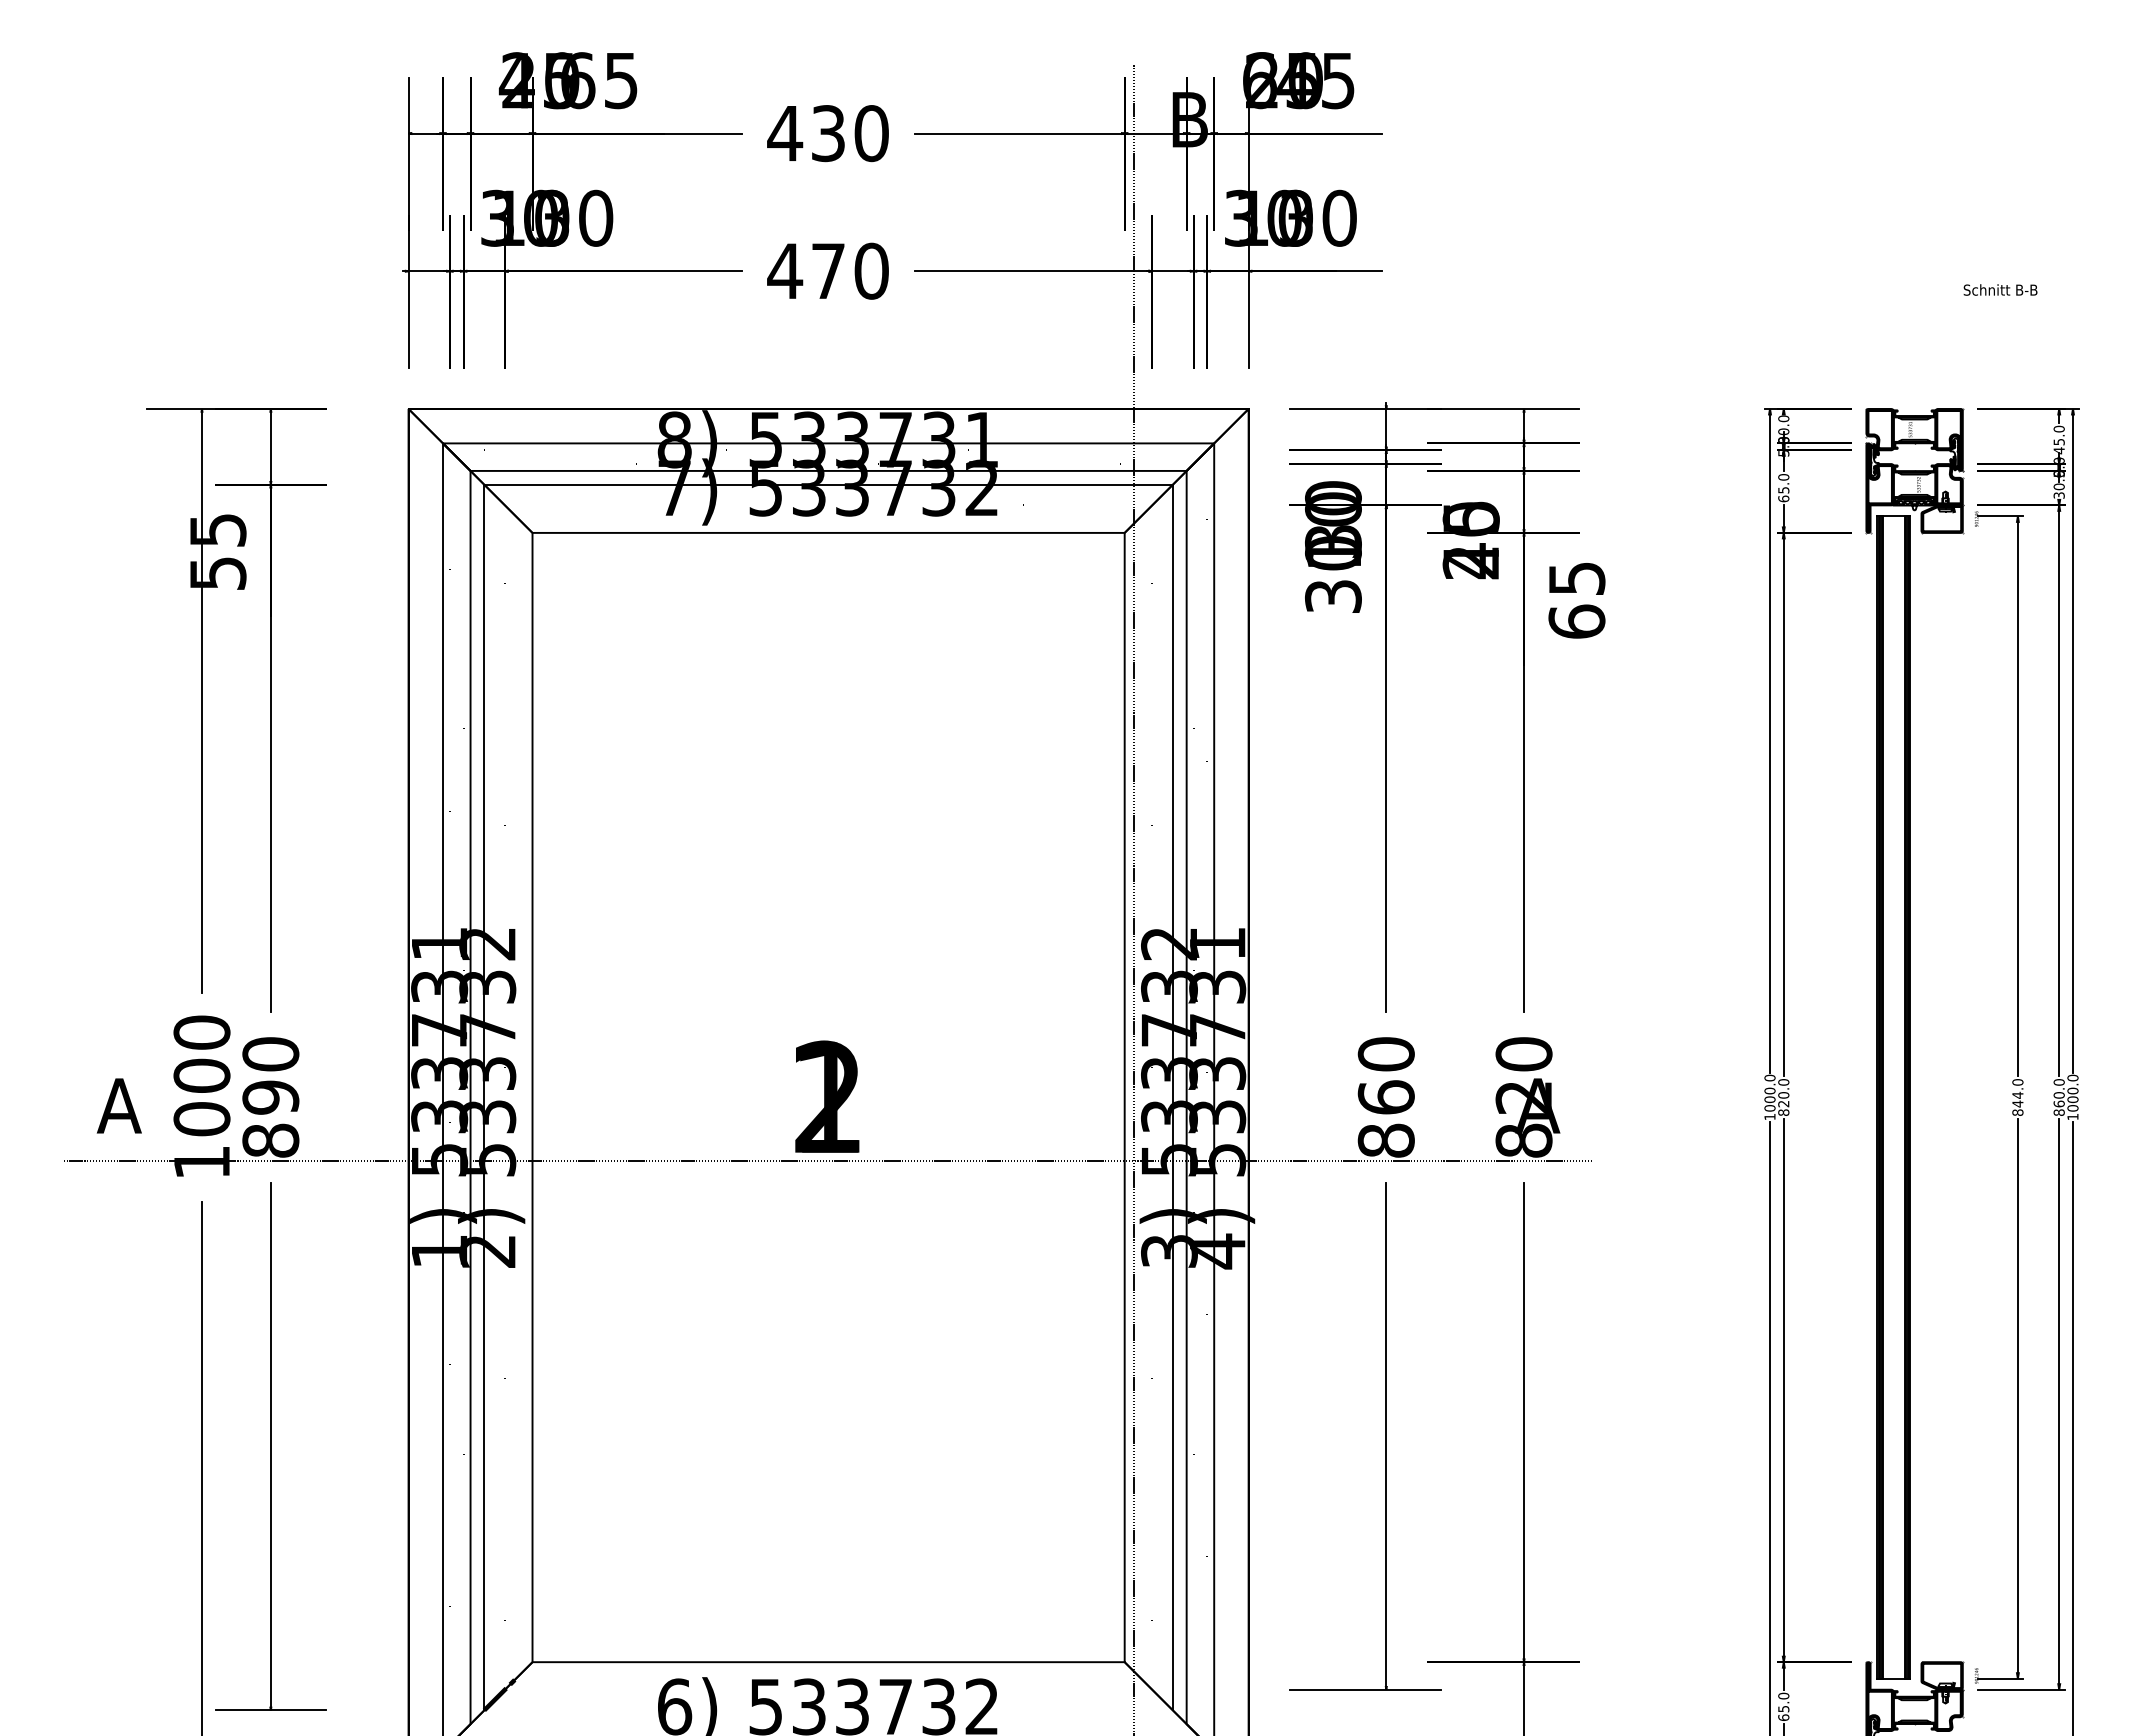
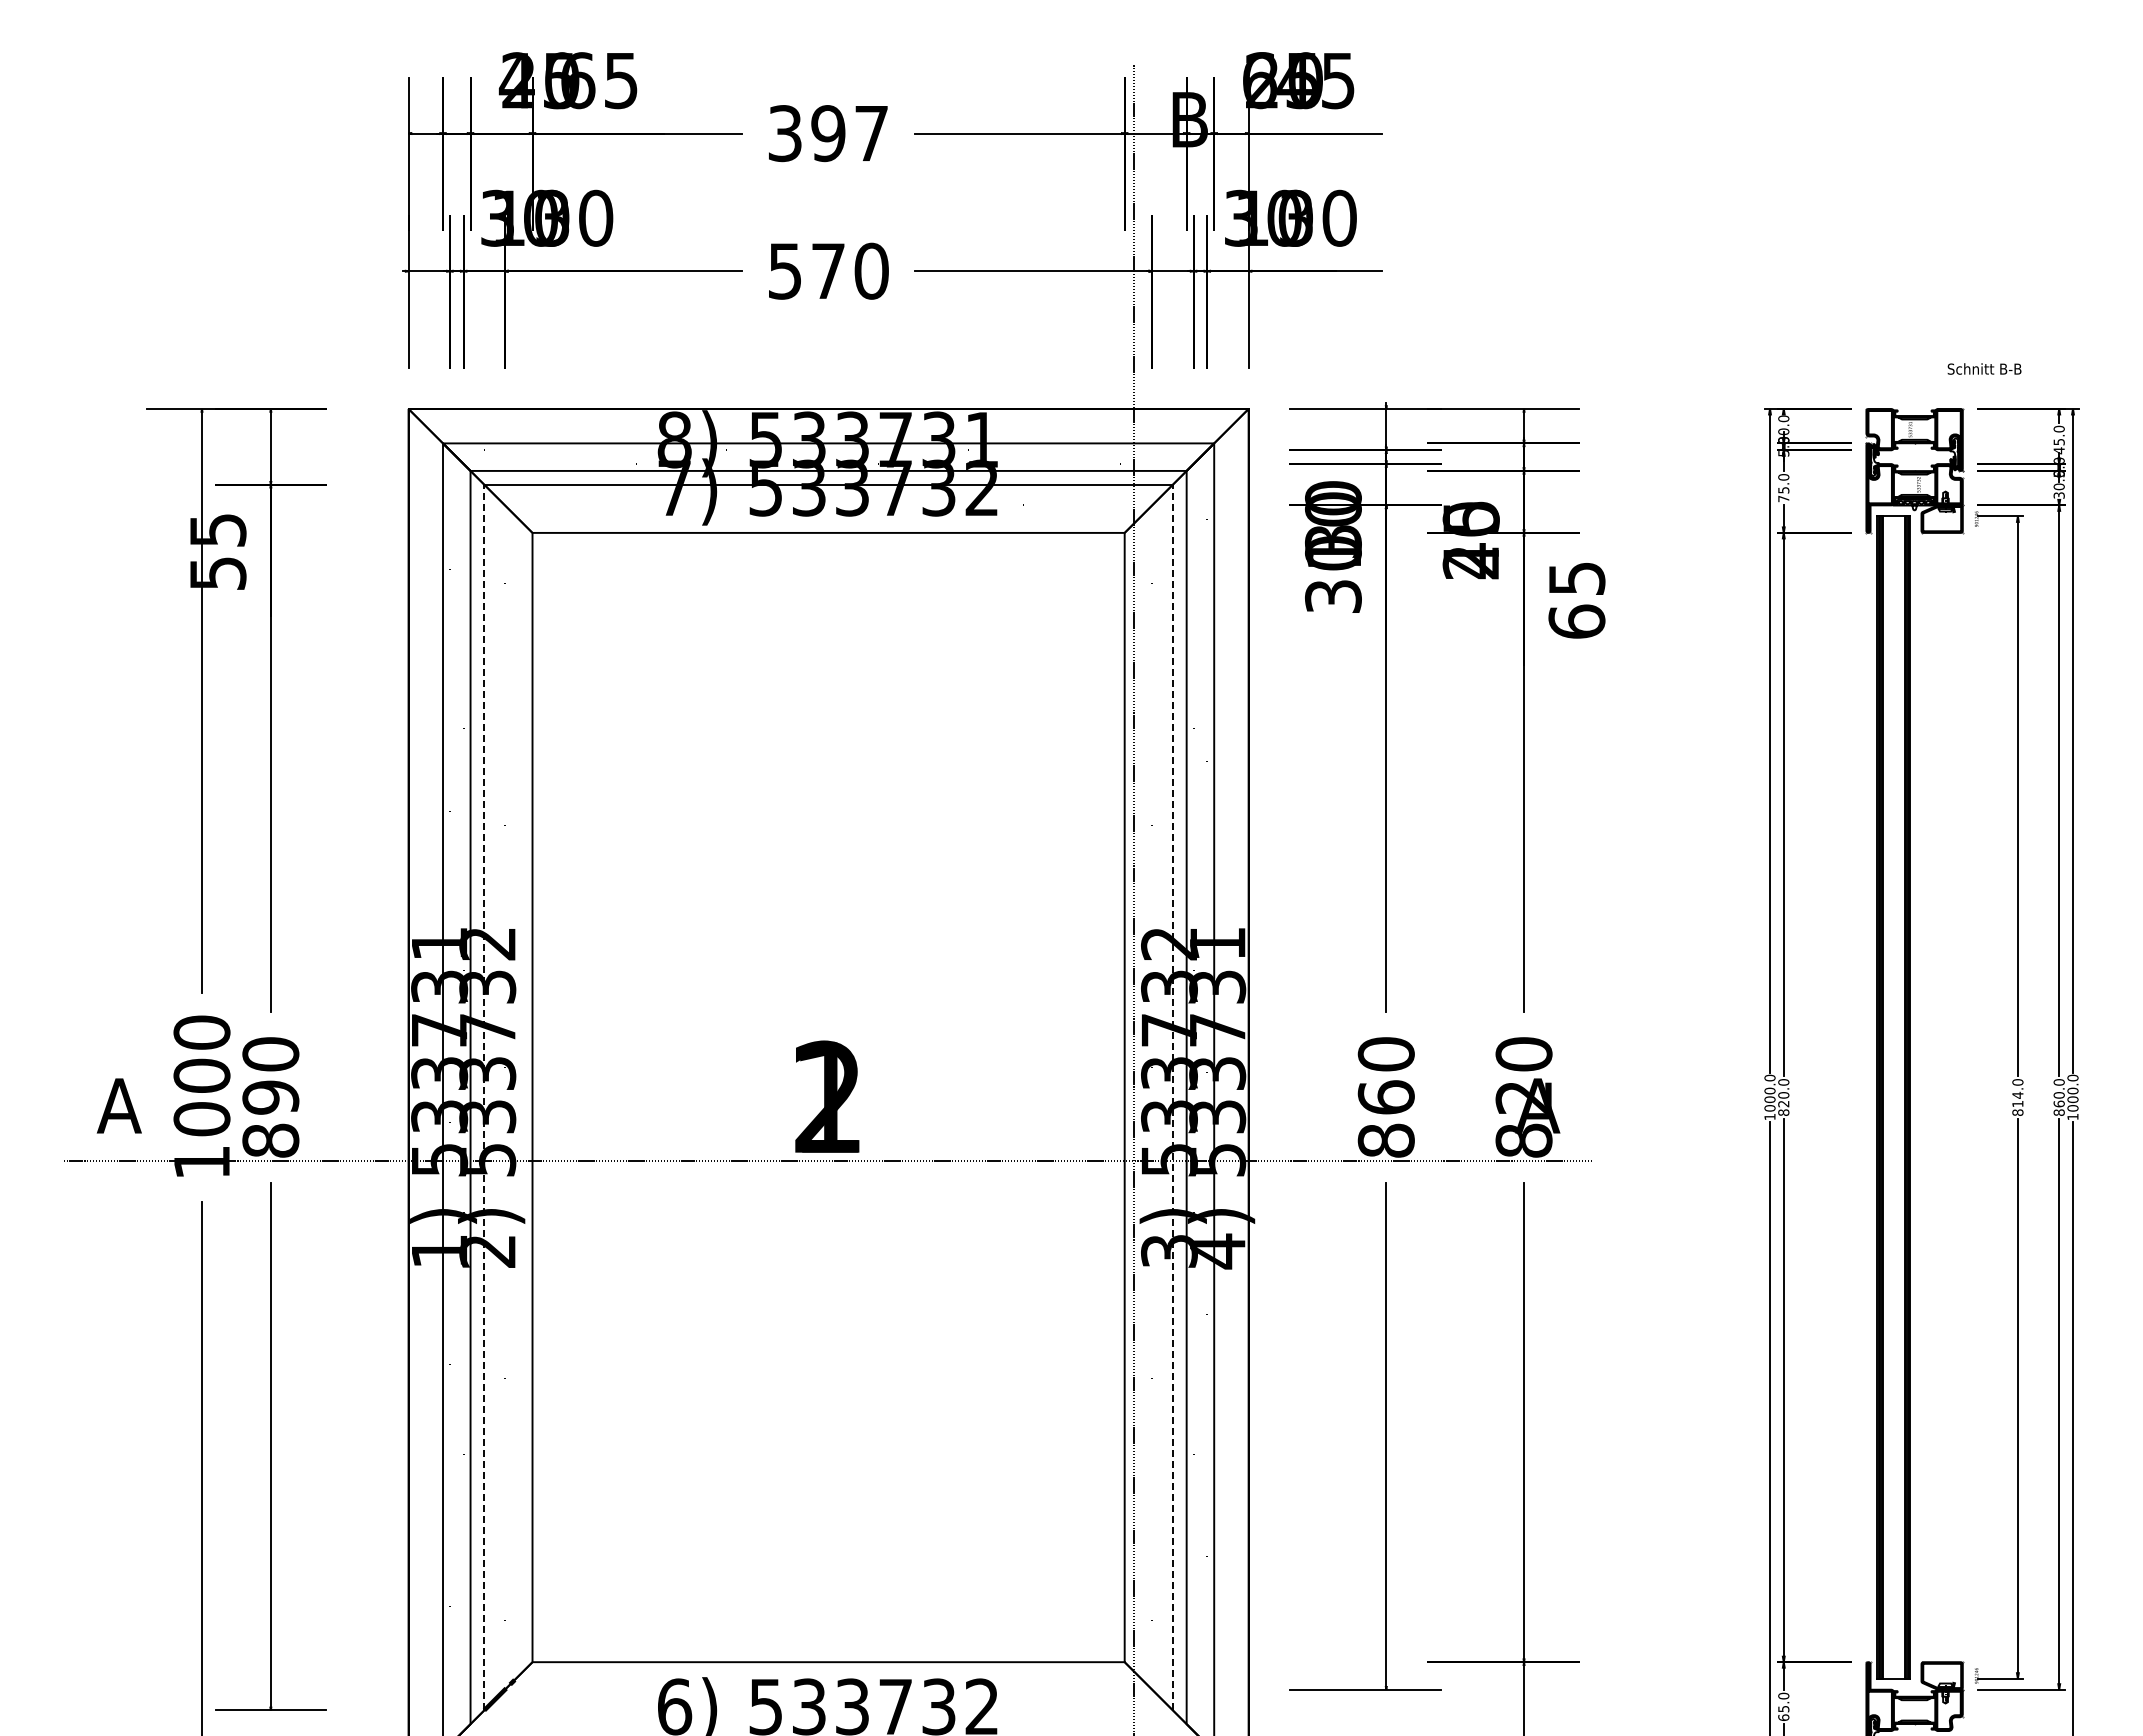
text at (827, 133): 430 -> 397
text at (785, 271): 470 -> 570
text at (2000, 289) position: (2000, 289) -> (1984, 368)
text at (1783, 498): 65.0 -> 75.0
line at (484, 1097): solid -> dashed
line at (1172, 1097): solid -> dashed
text at (2017, 1103): 844.0 -> 814.0
